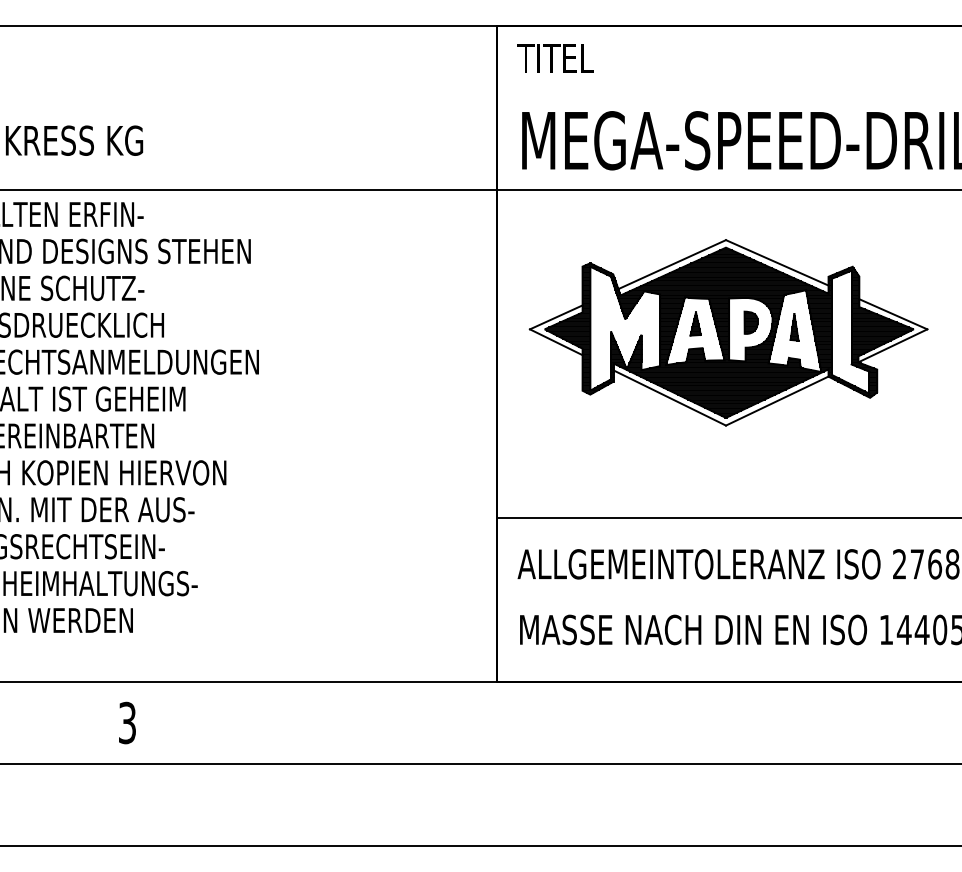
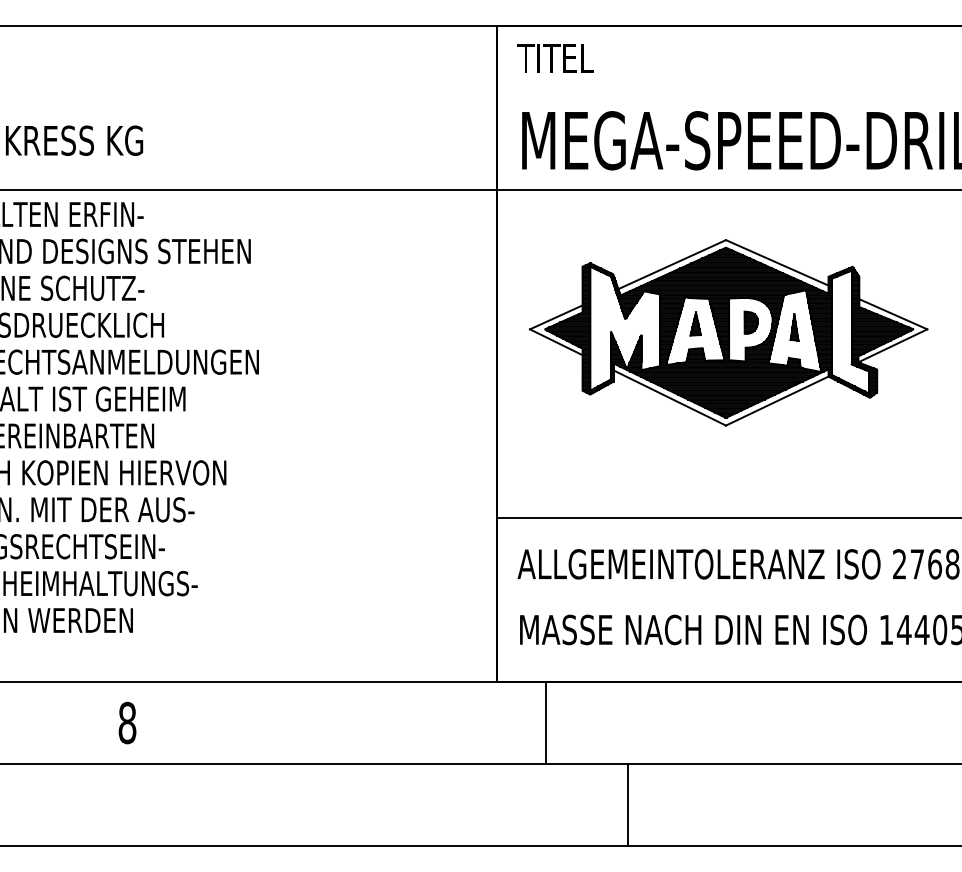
text at (127, 722): 3 -> 8
line at (546, 723): none -> present
line at (628, 805): none -> present
